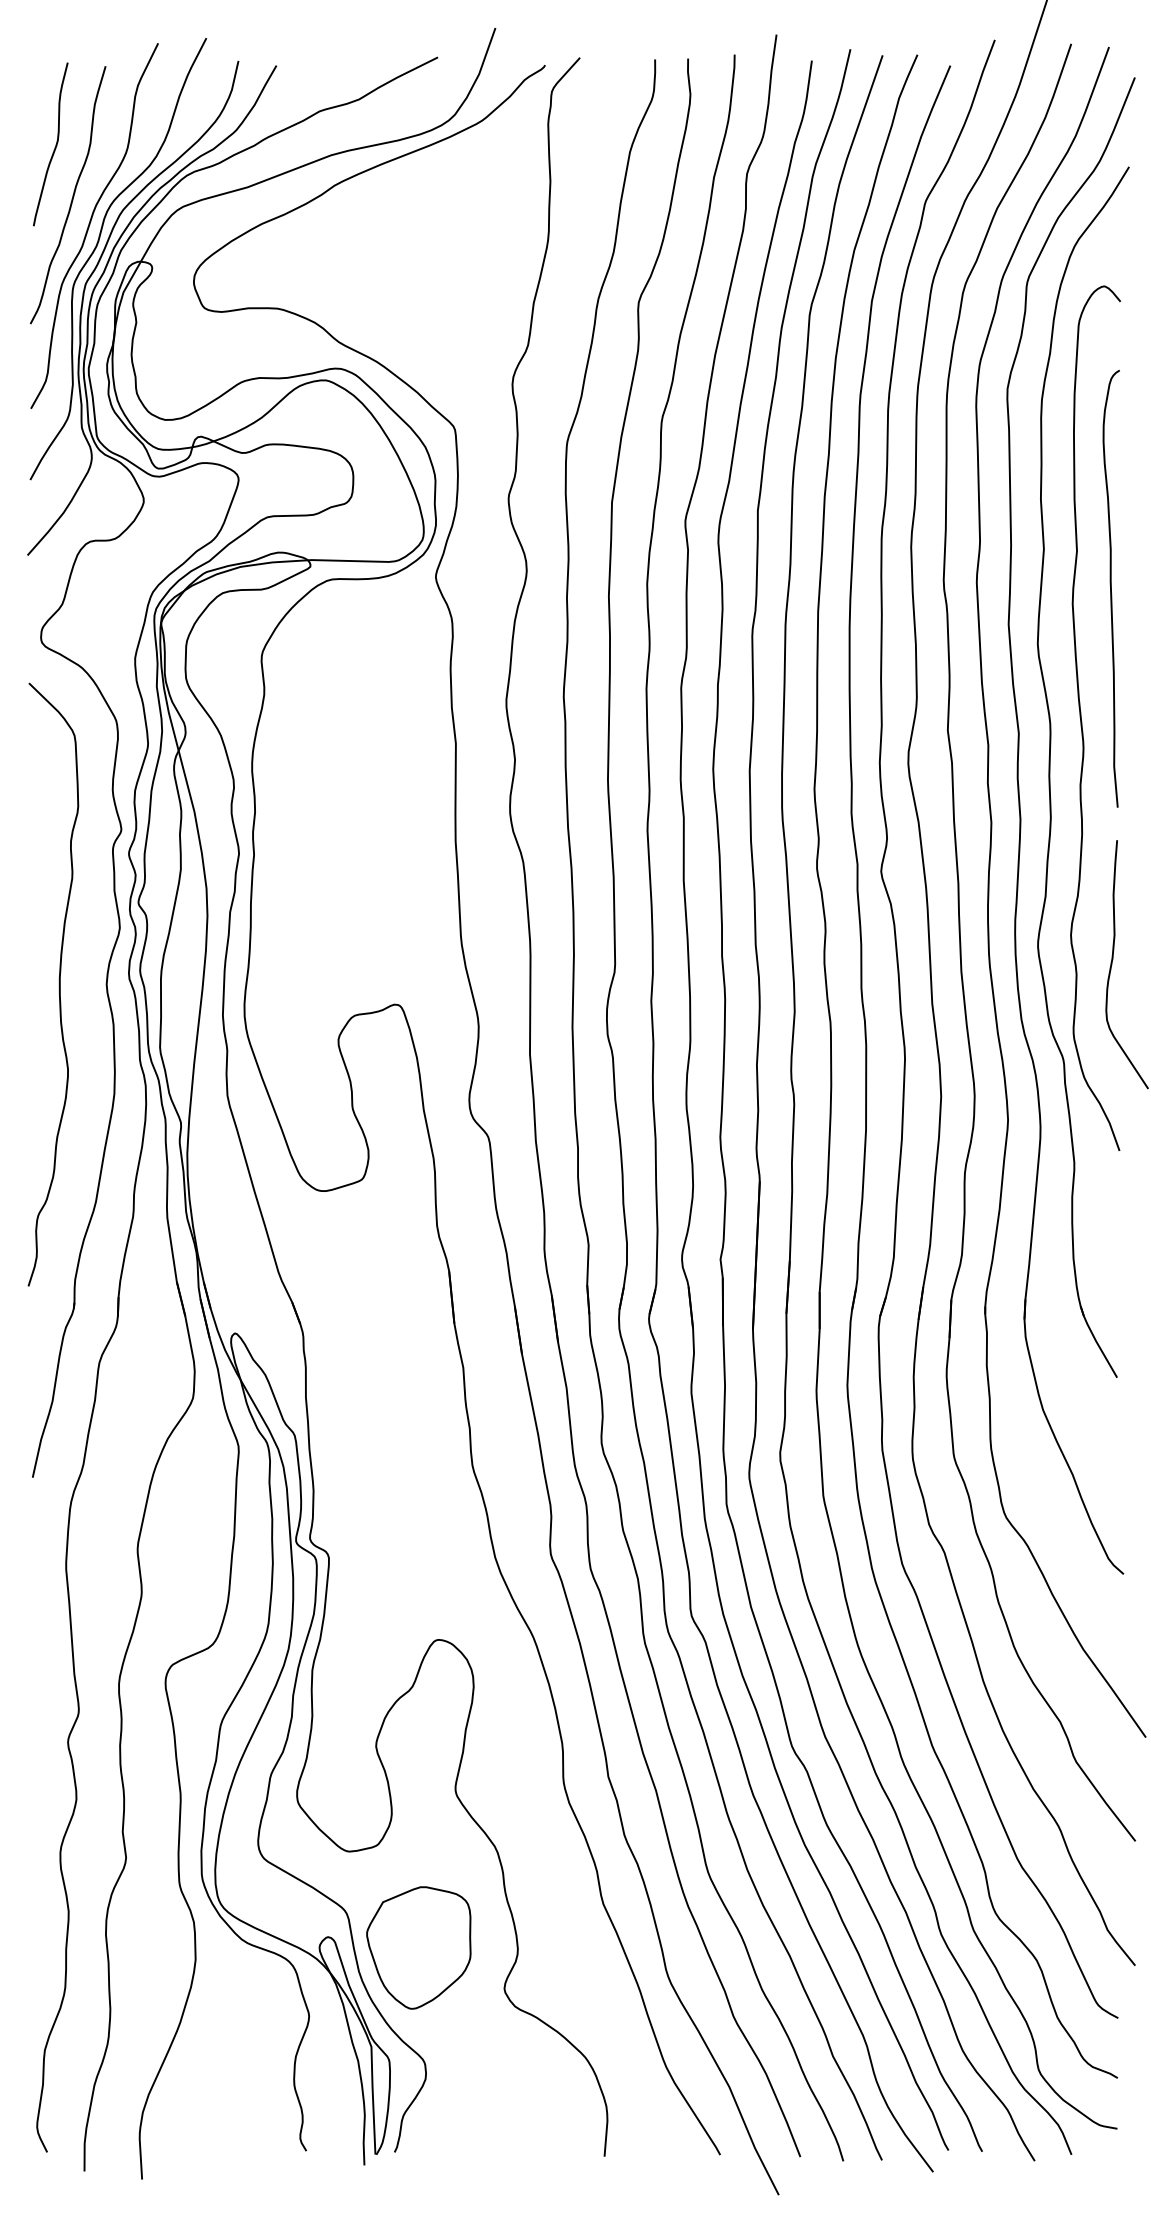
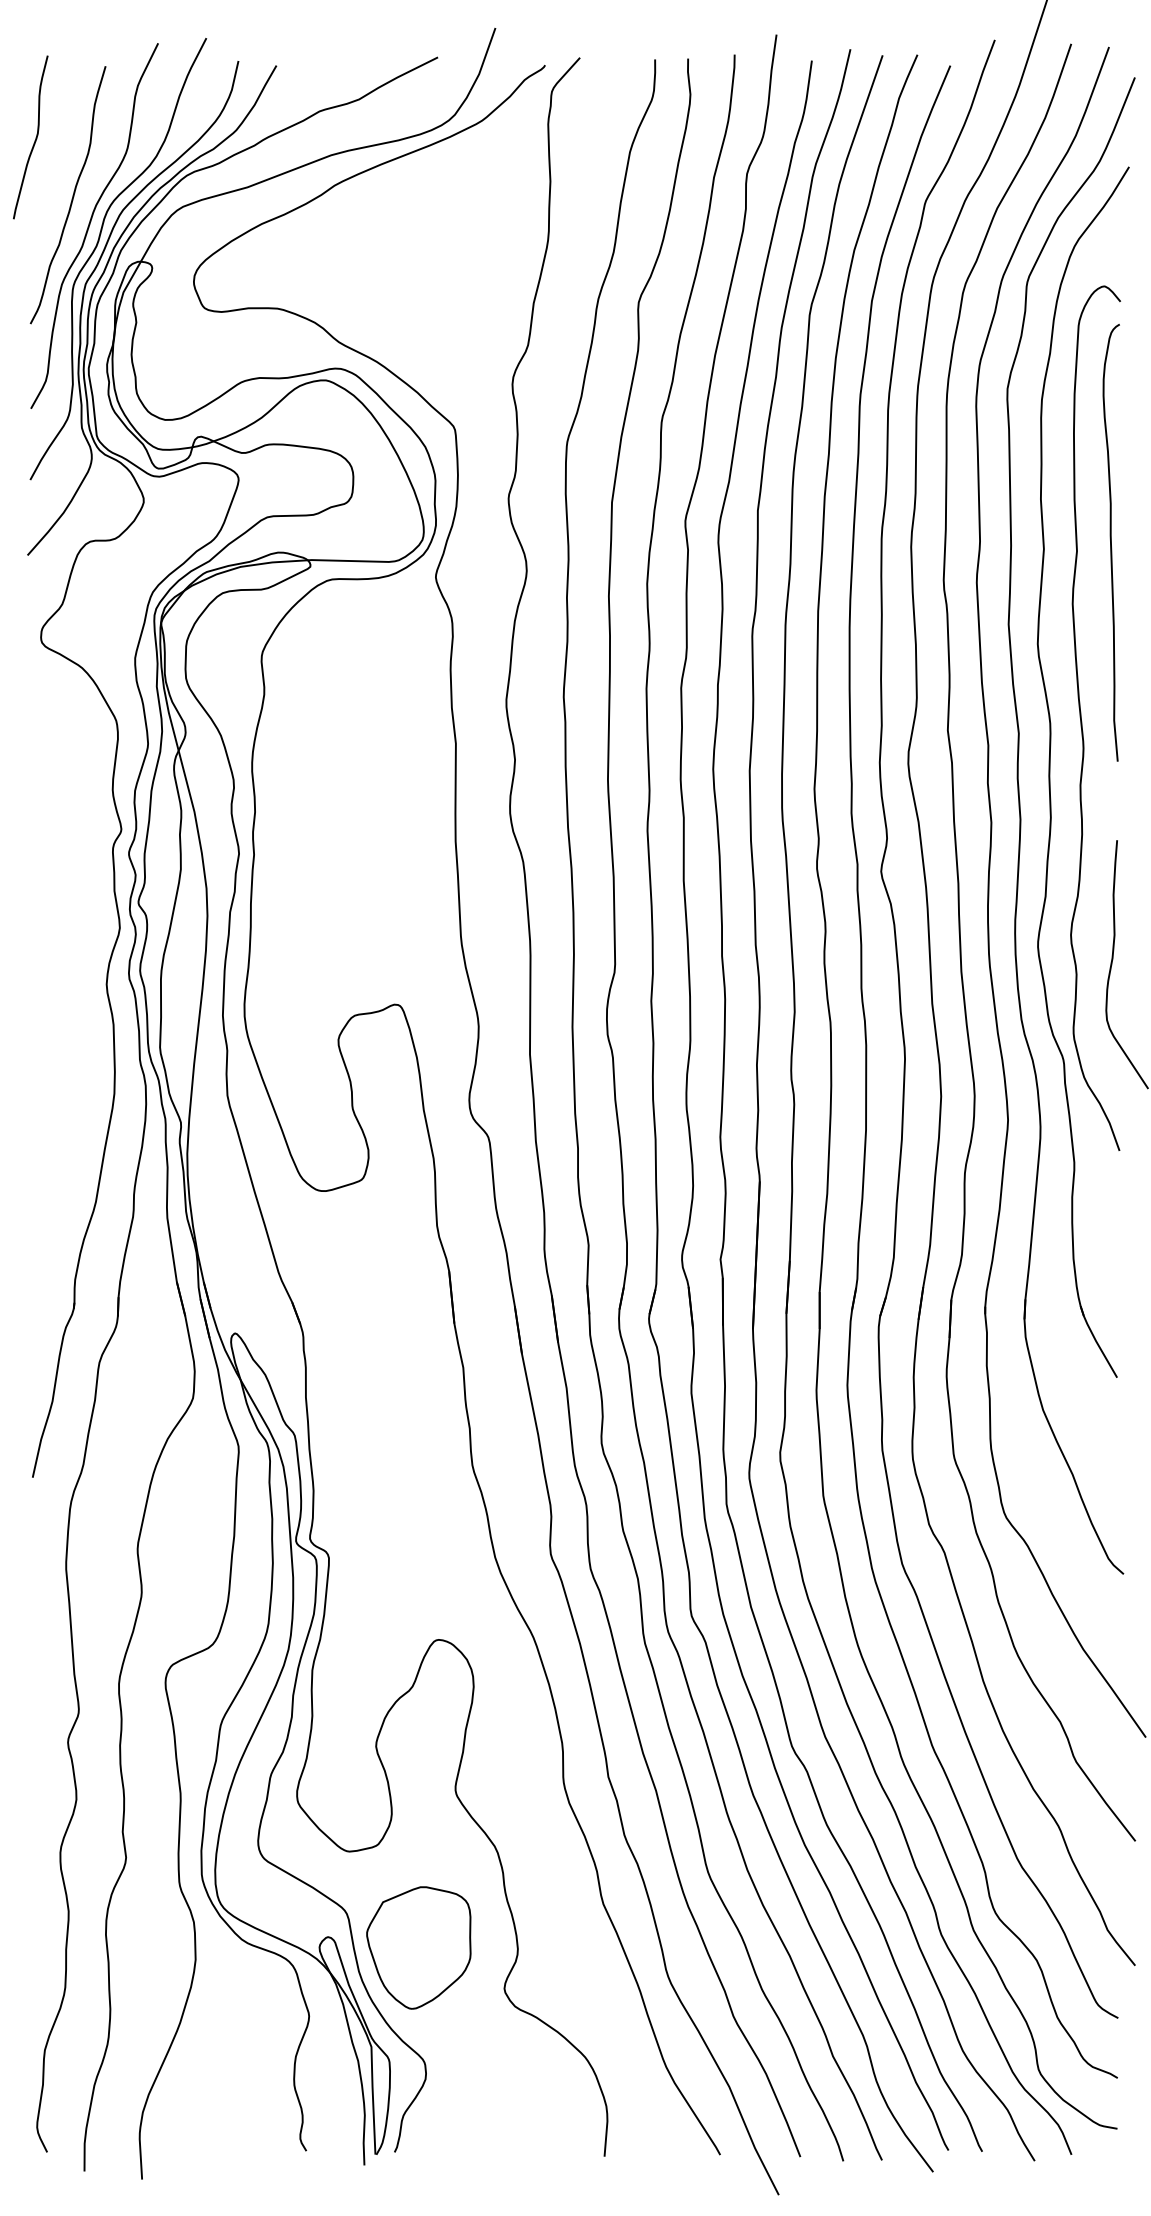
curve at (55, 144) position: (55, 144) -> (35, 137)
curve at (1110, 588) position: (1110, 588) -> (1110, 542)
curve at (58, 984): present -> none
